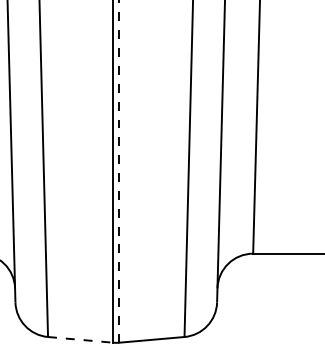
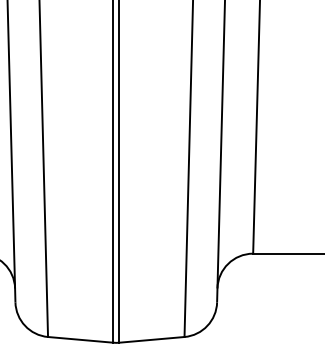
line at (119, 171): dashed -> solid
line at (80, 339): dashed -> solid
